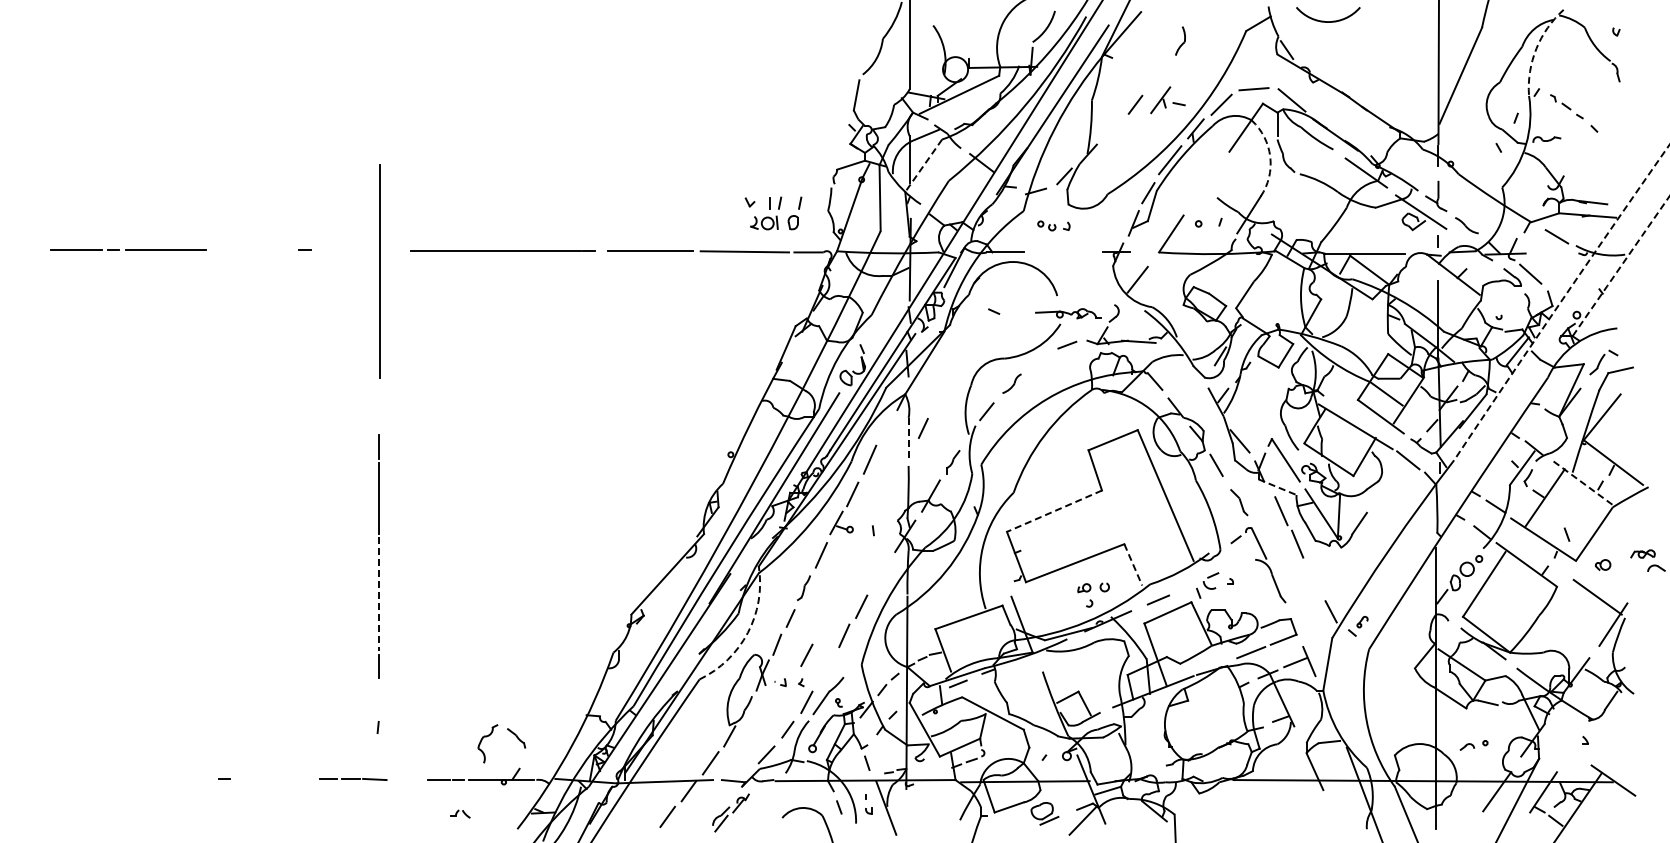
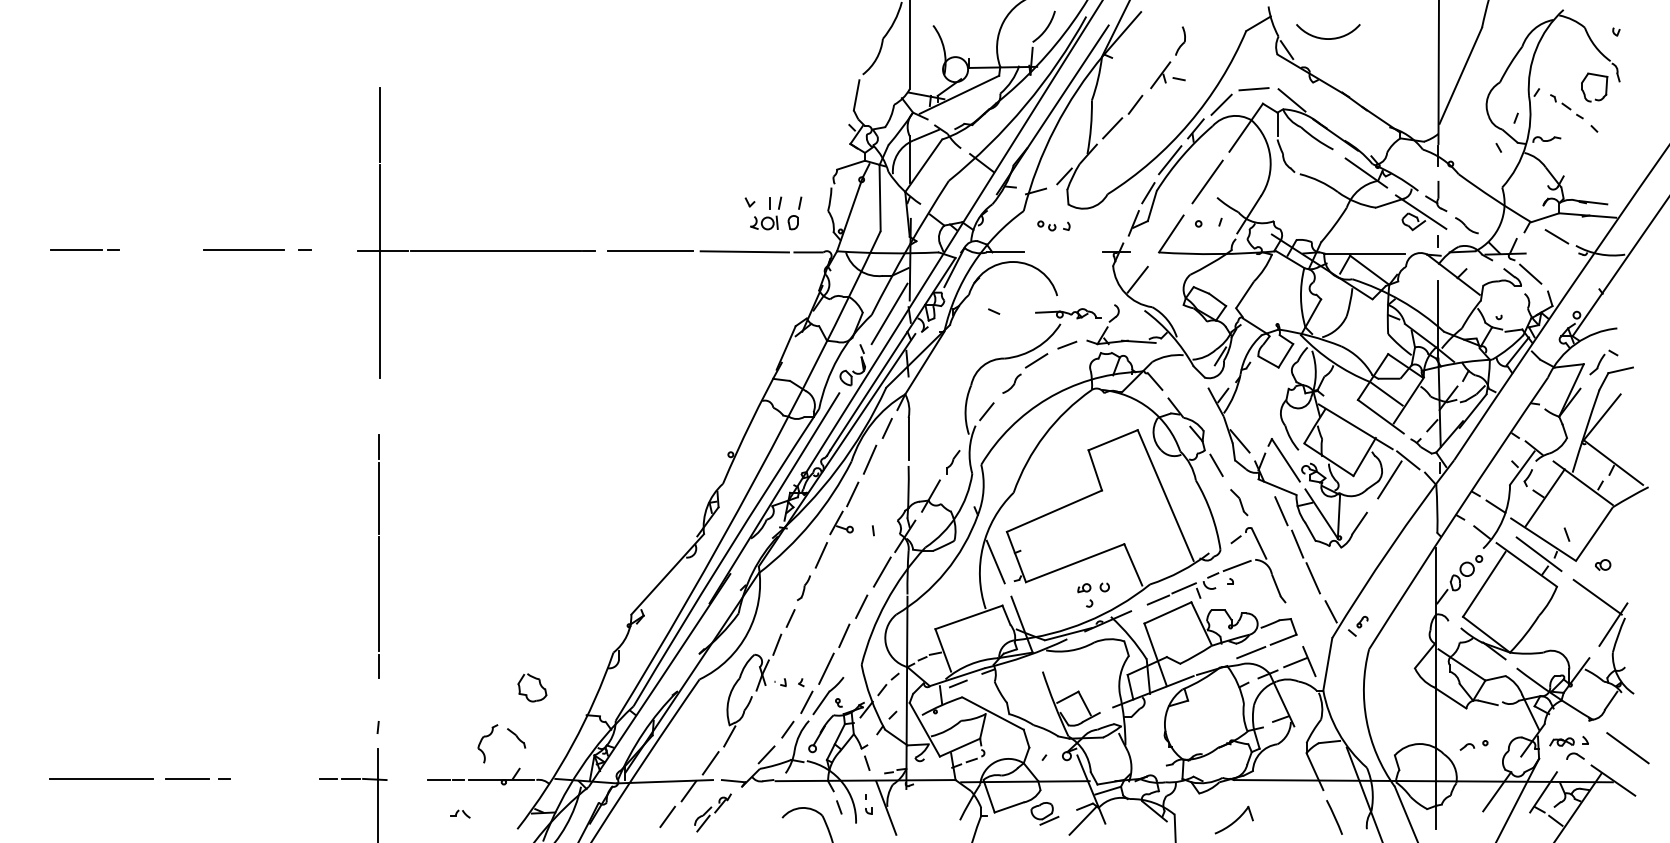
arc at (1328, 21) position: (1328, 21) -> (1328, 38)
arc at (1536, 48): dashed -> solid
part at (1584, 91): none -> present
part at (1167, 100) position: (1167, 100) -> (1167, 75)
line at (379, 124): none -> present
line at (1112, 128): none -> present
arc at (1270, 156): dashed -> solid
line at (923, 166): dashed -> solid
line at (1207, 181): none -> present
line at (165, 249) position: (165, 249) -> (243, 249)
line at (382, 251): none -> present
arc at (1621, 266): dashed -> solid
arc at (1560, 302): dashed -> solid
line at (889, 313): none -> present
line at (1036, 360): none -> present
line at (922, 428) position: (922, 428) -> (886, 428)
line at (908, 439): dashed -> solid
line at (1389, 479): none -> present
line at (1583, 483): dashed -> solid
line at (1277, 487): dashed -> solid
line at (1054, 511): dashed -> solid
line at (1538, 554): none -> present
part at (1647, 560) position: (1647, 560) -> (1566, 748)
line at (995, 561): none -> present
line at (1133, 564): dashed -> solid
line at (1236, 565): none -> present
line at (881, 571): none -> present
line at (1312, 578): none -> present
line at (1183, 588): none -> present
line at (378, 594): dashed -> solid
arc at (747, 632): dashed -> solid
line at (806, 654): present -> none
line at (826, 668): none -> present
part at (539, 684): none -> present
line at (1627, 748): none -> present
line at (101, 778): none -> present
line at (187, 778): none -> present
line at (377, 793): none -> present
part at (730, 812) position: (730, 812) -> (712, 812)
line at (1334, 817): none -> present
part at (1233, 819): none -> present
